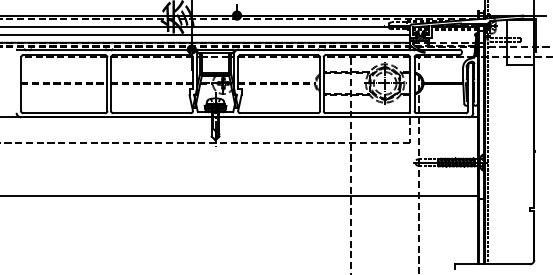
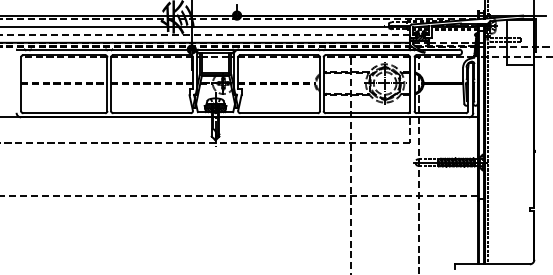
line at (205, 34): solid -> dashed
line at (239, 196): solid -> dashed
